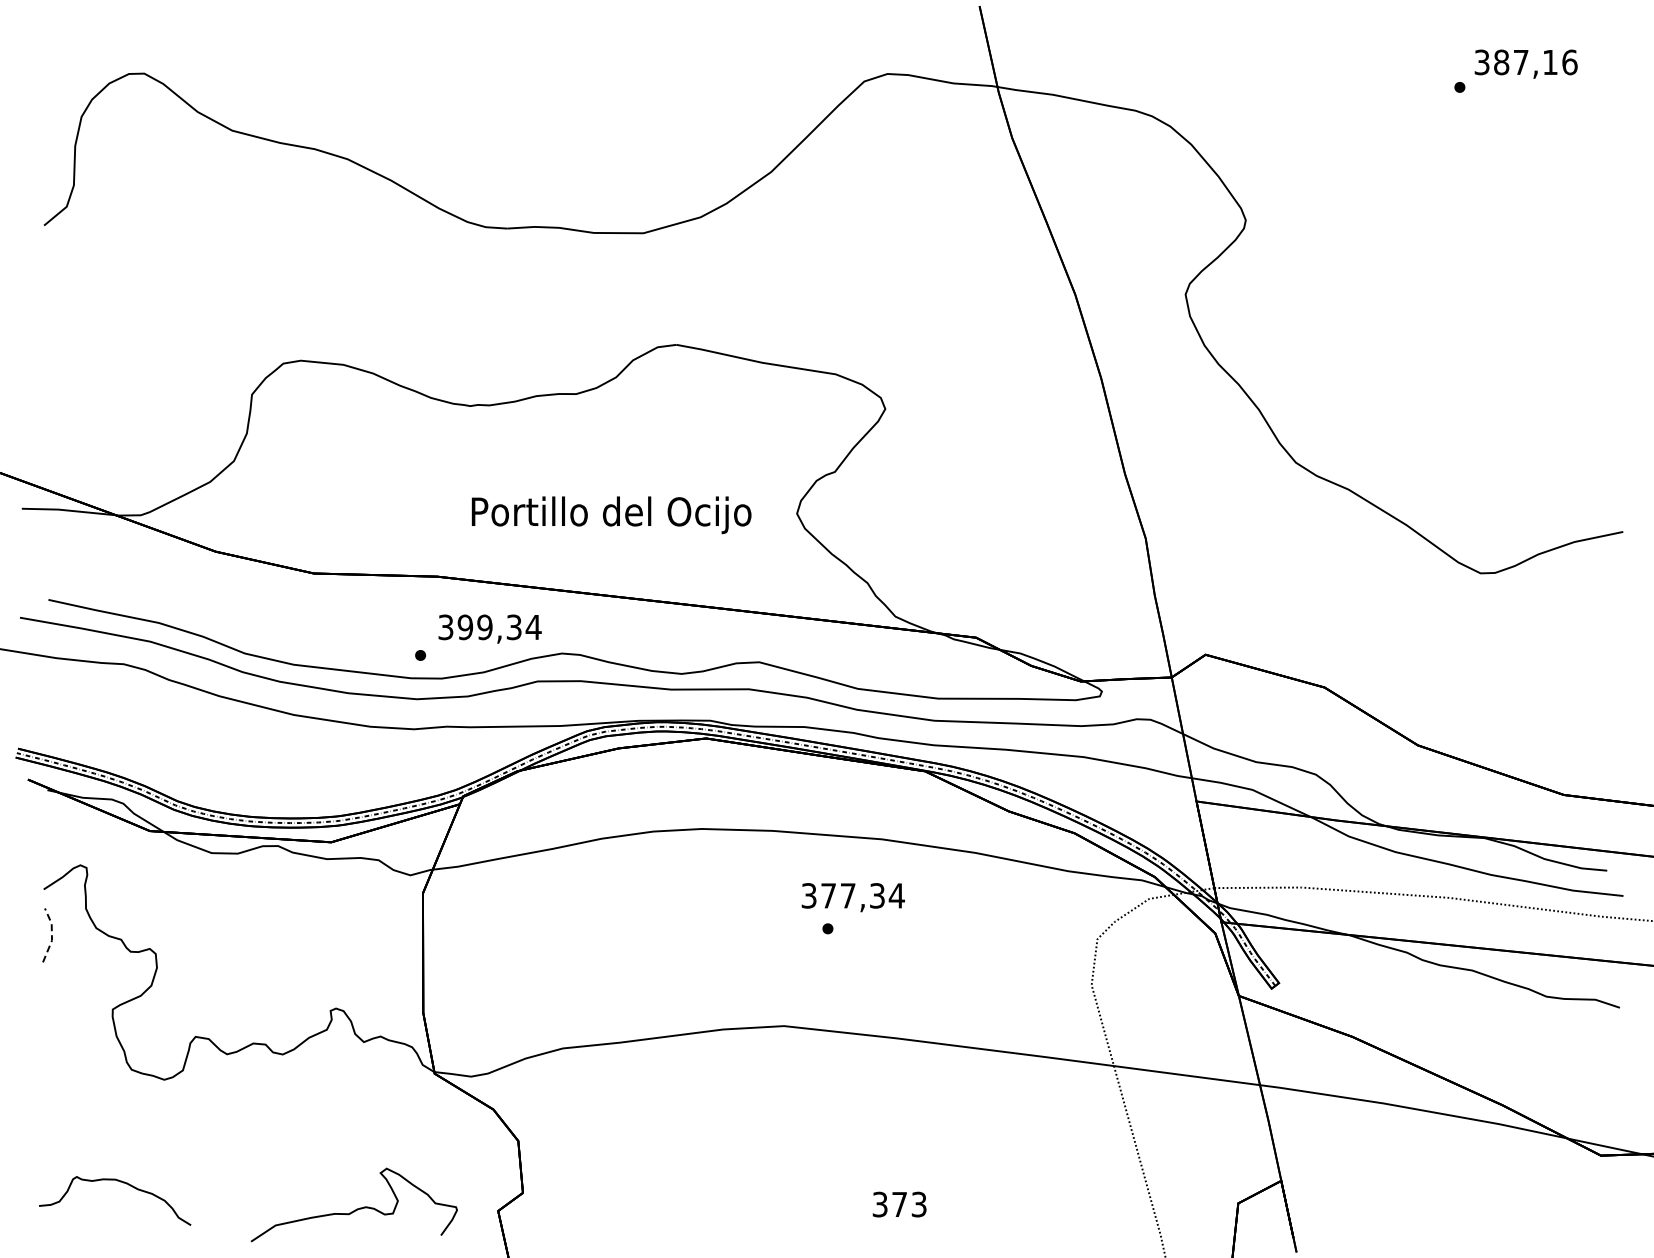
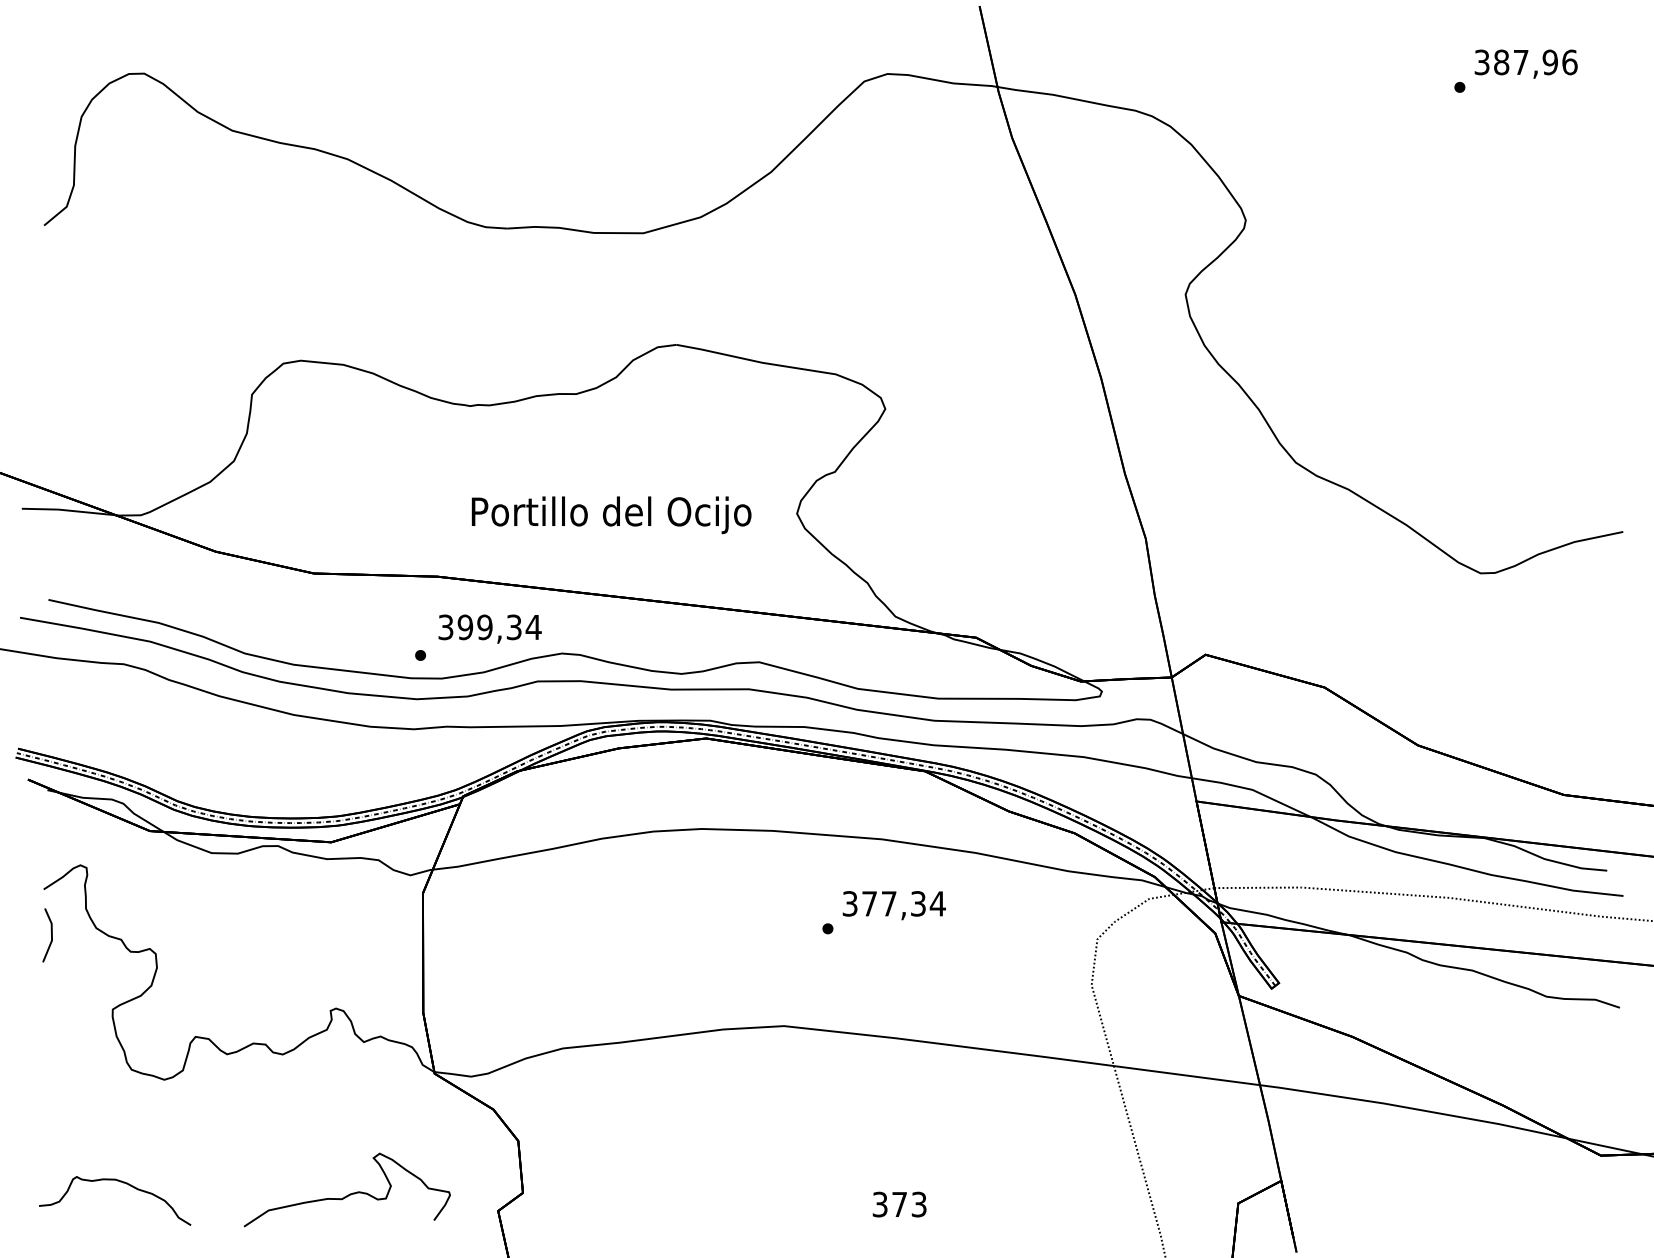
text at (1549, 62): 387,16 -> 387,96
text at (852, 897) position: (852, 897) -> (893, 905)
line at (51, 935): dashed -> solid
curve at (356, 1208) position: (356, 1208) -> (349, 1193)
